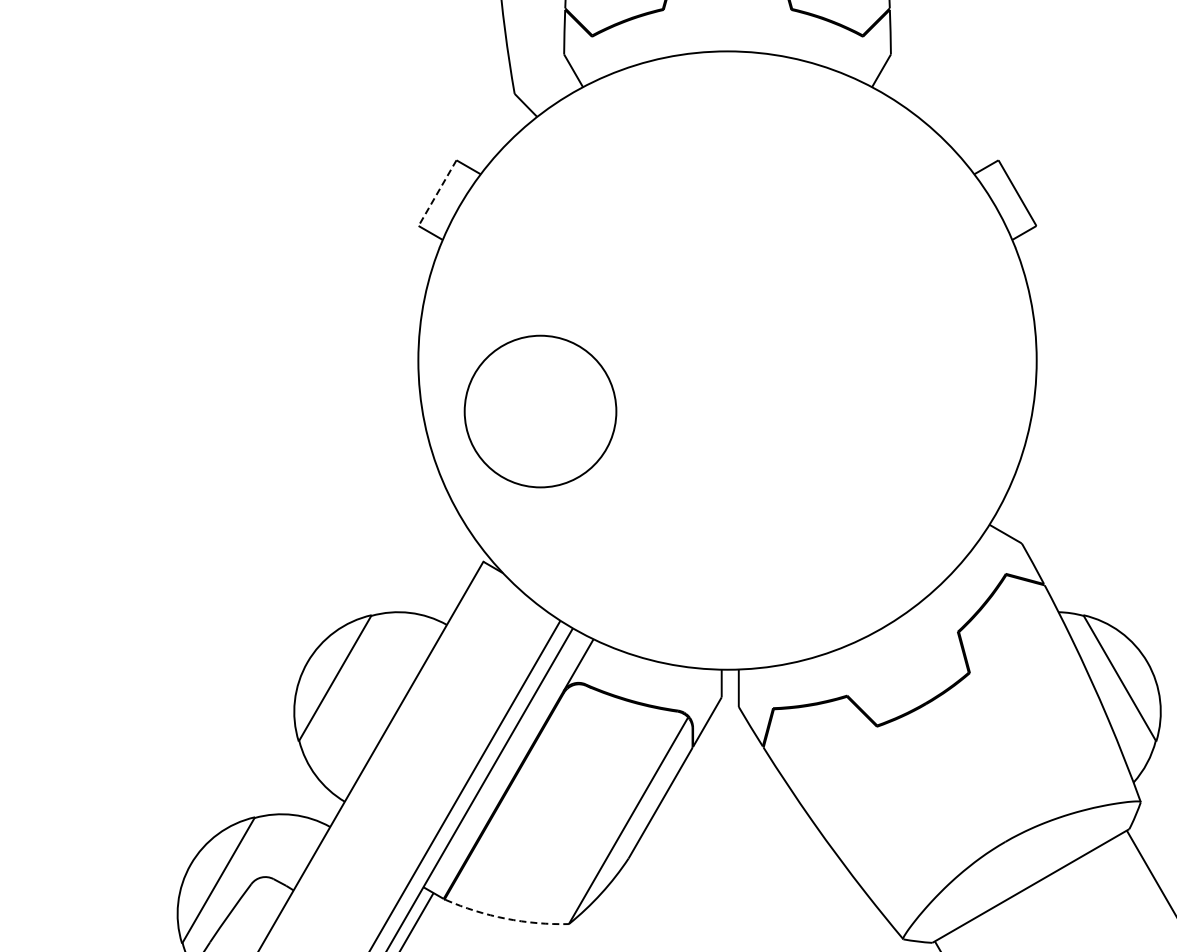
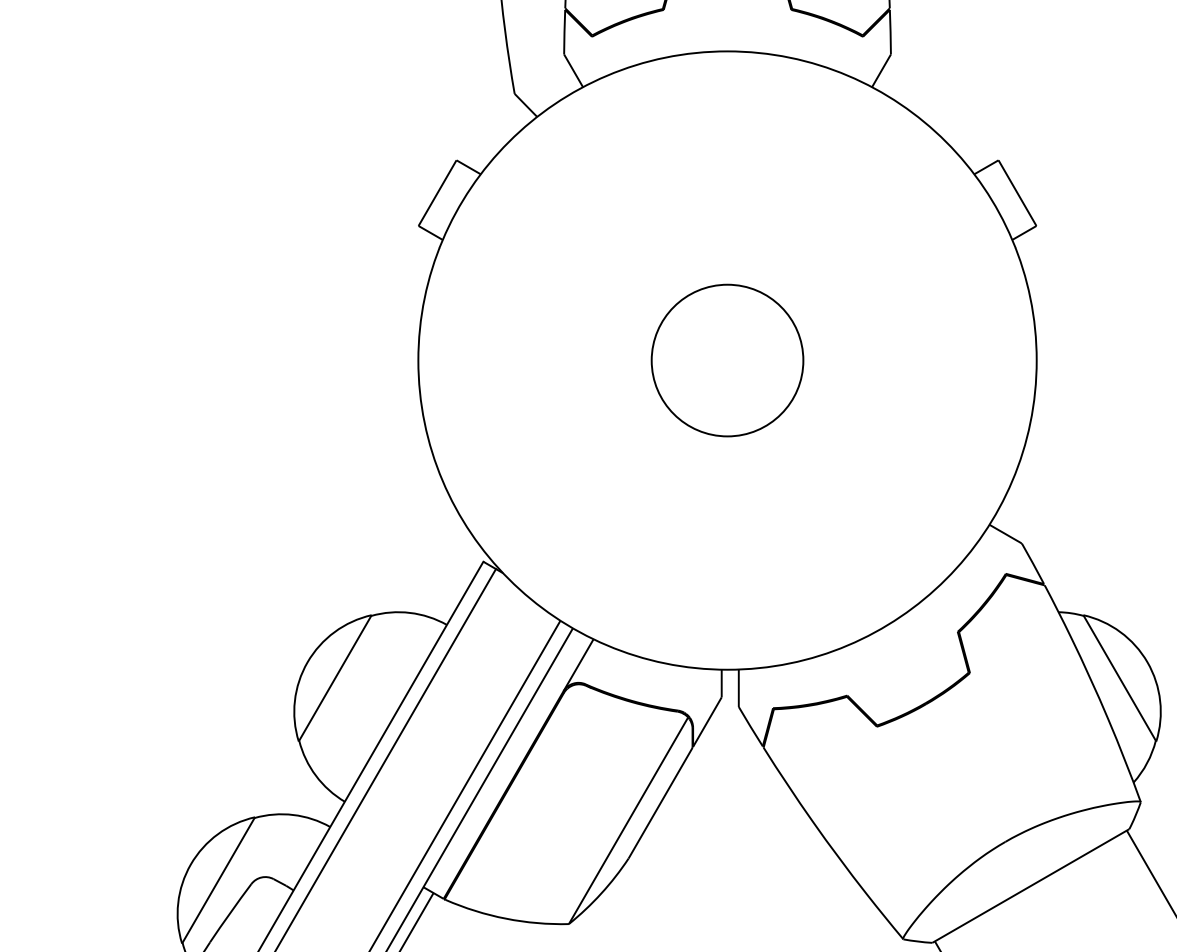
line at (437, 193): dashed -> solid
circle at (540, 411) position: (540, 411) -> (727, 360)
line at (386, 758): none -> present
line at (505, 918): dashed -> solid
